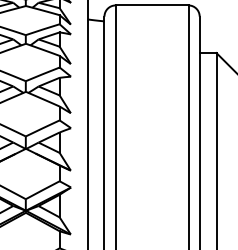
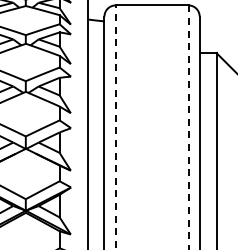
line at (115, 127): solid -> dashed
line at (188, 128): solid -> dashed
